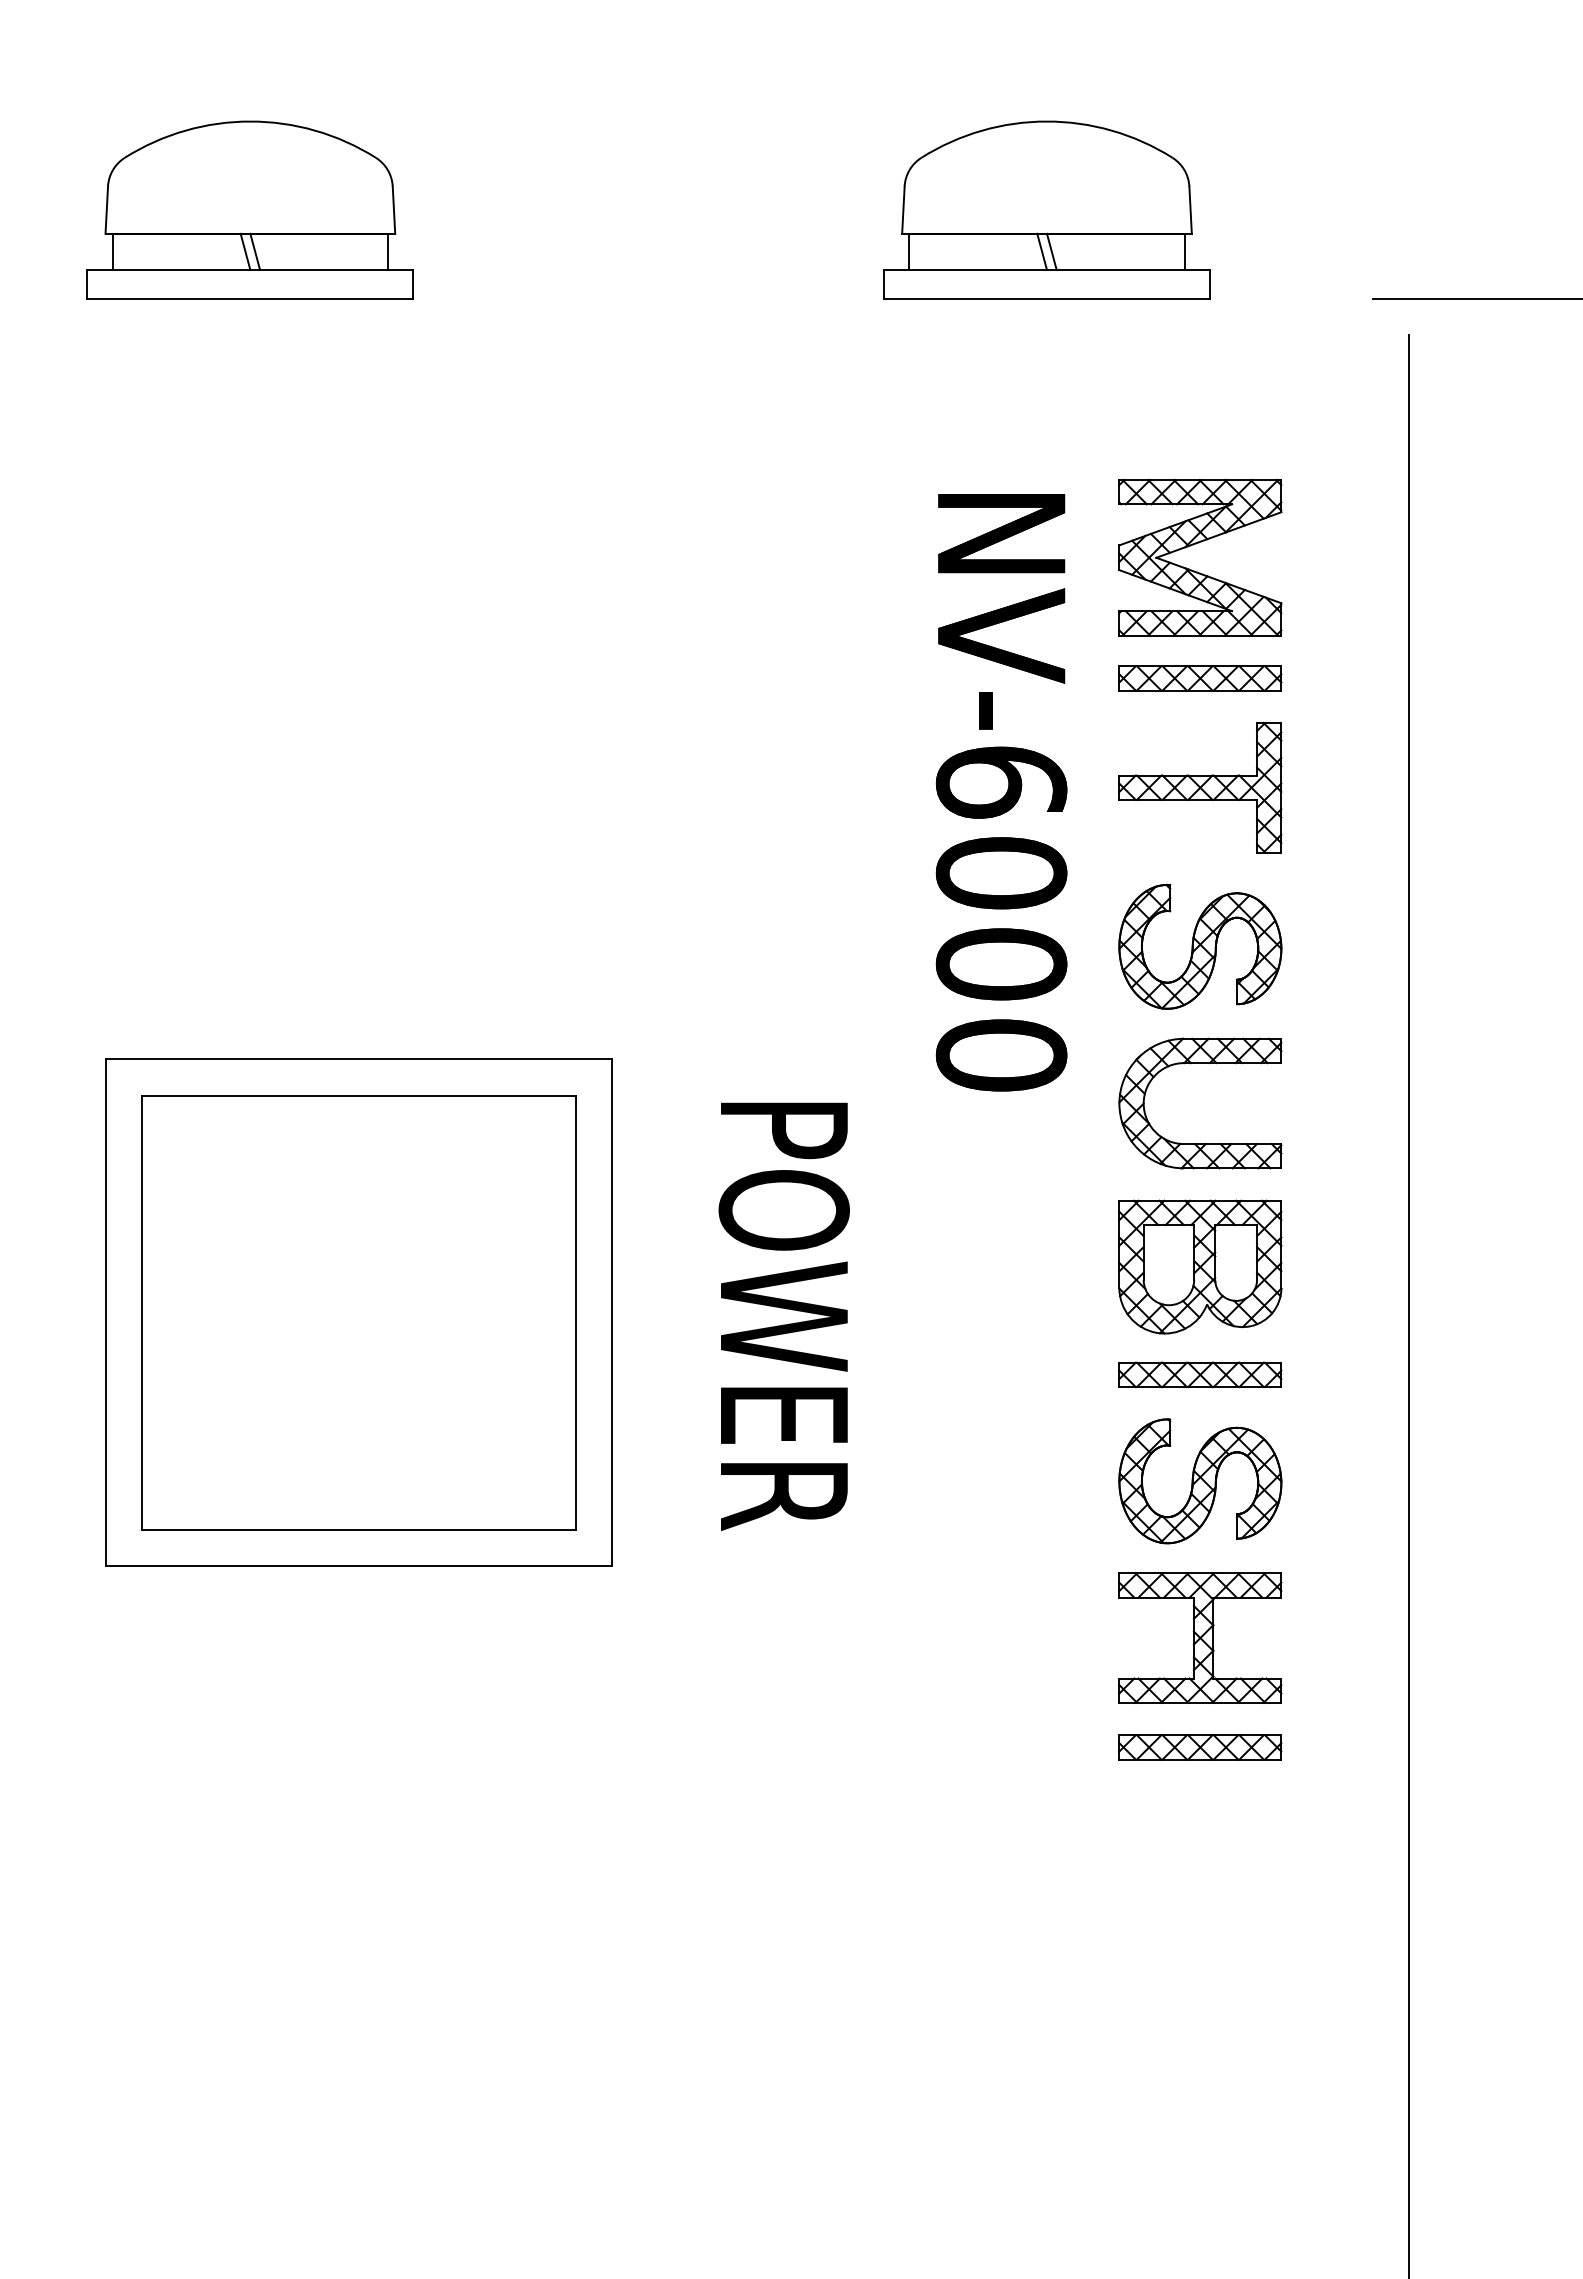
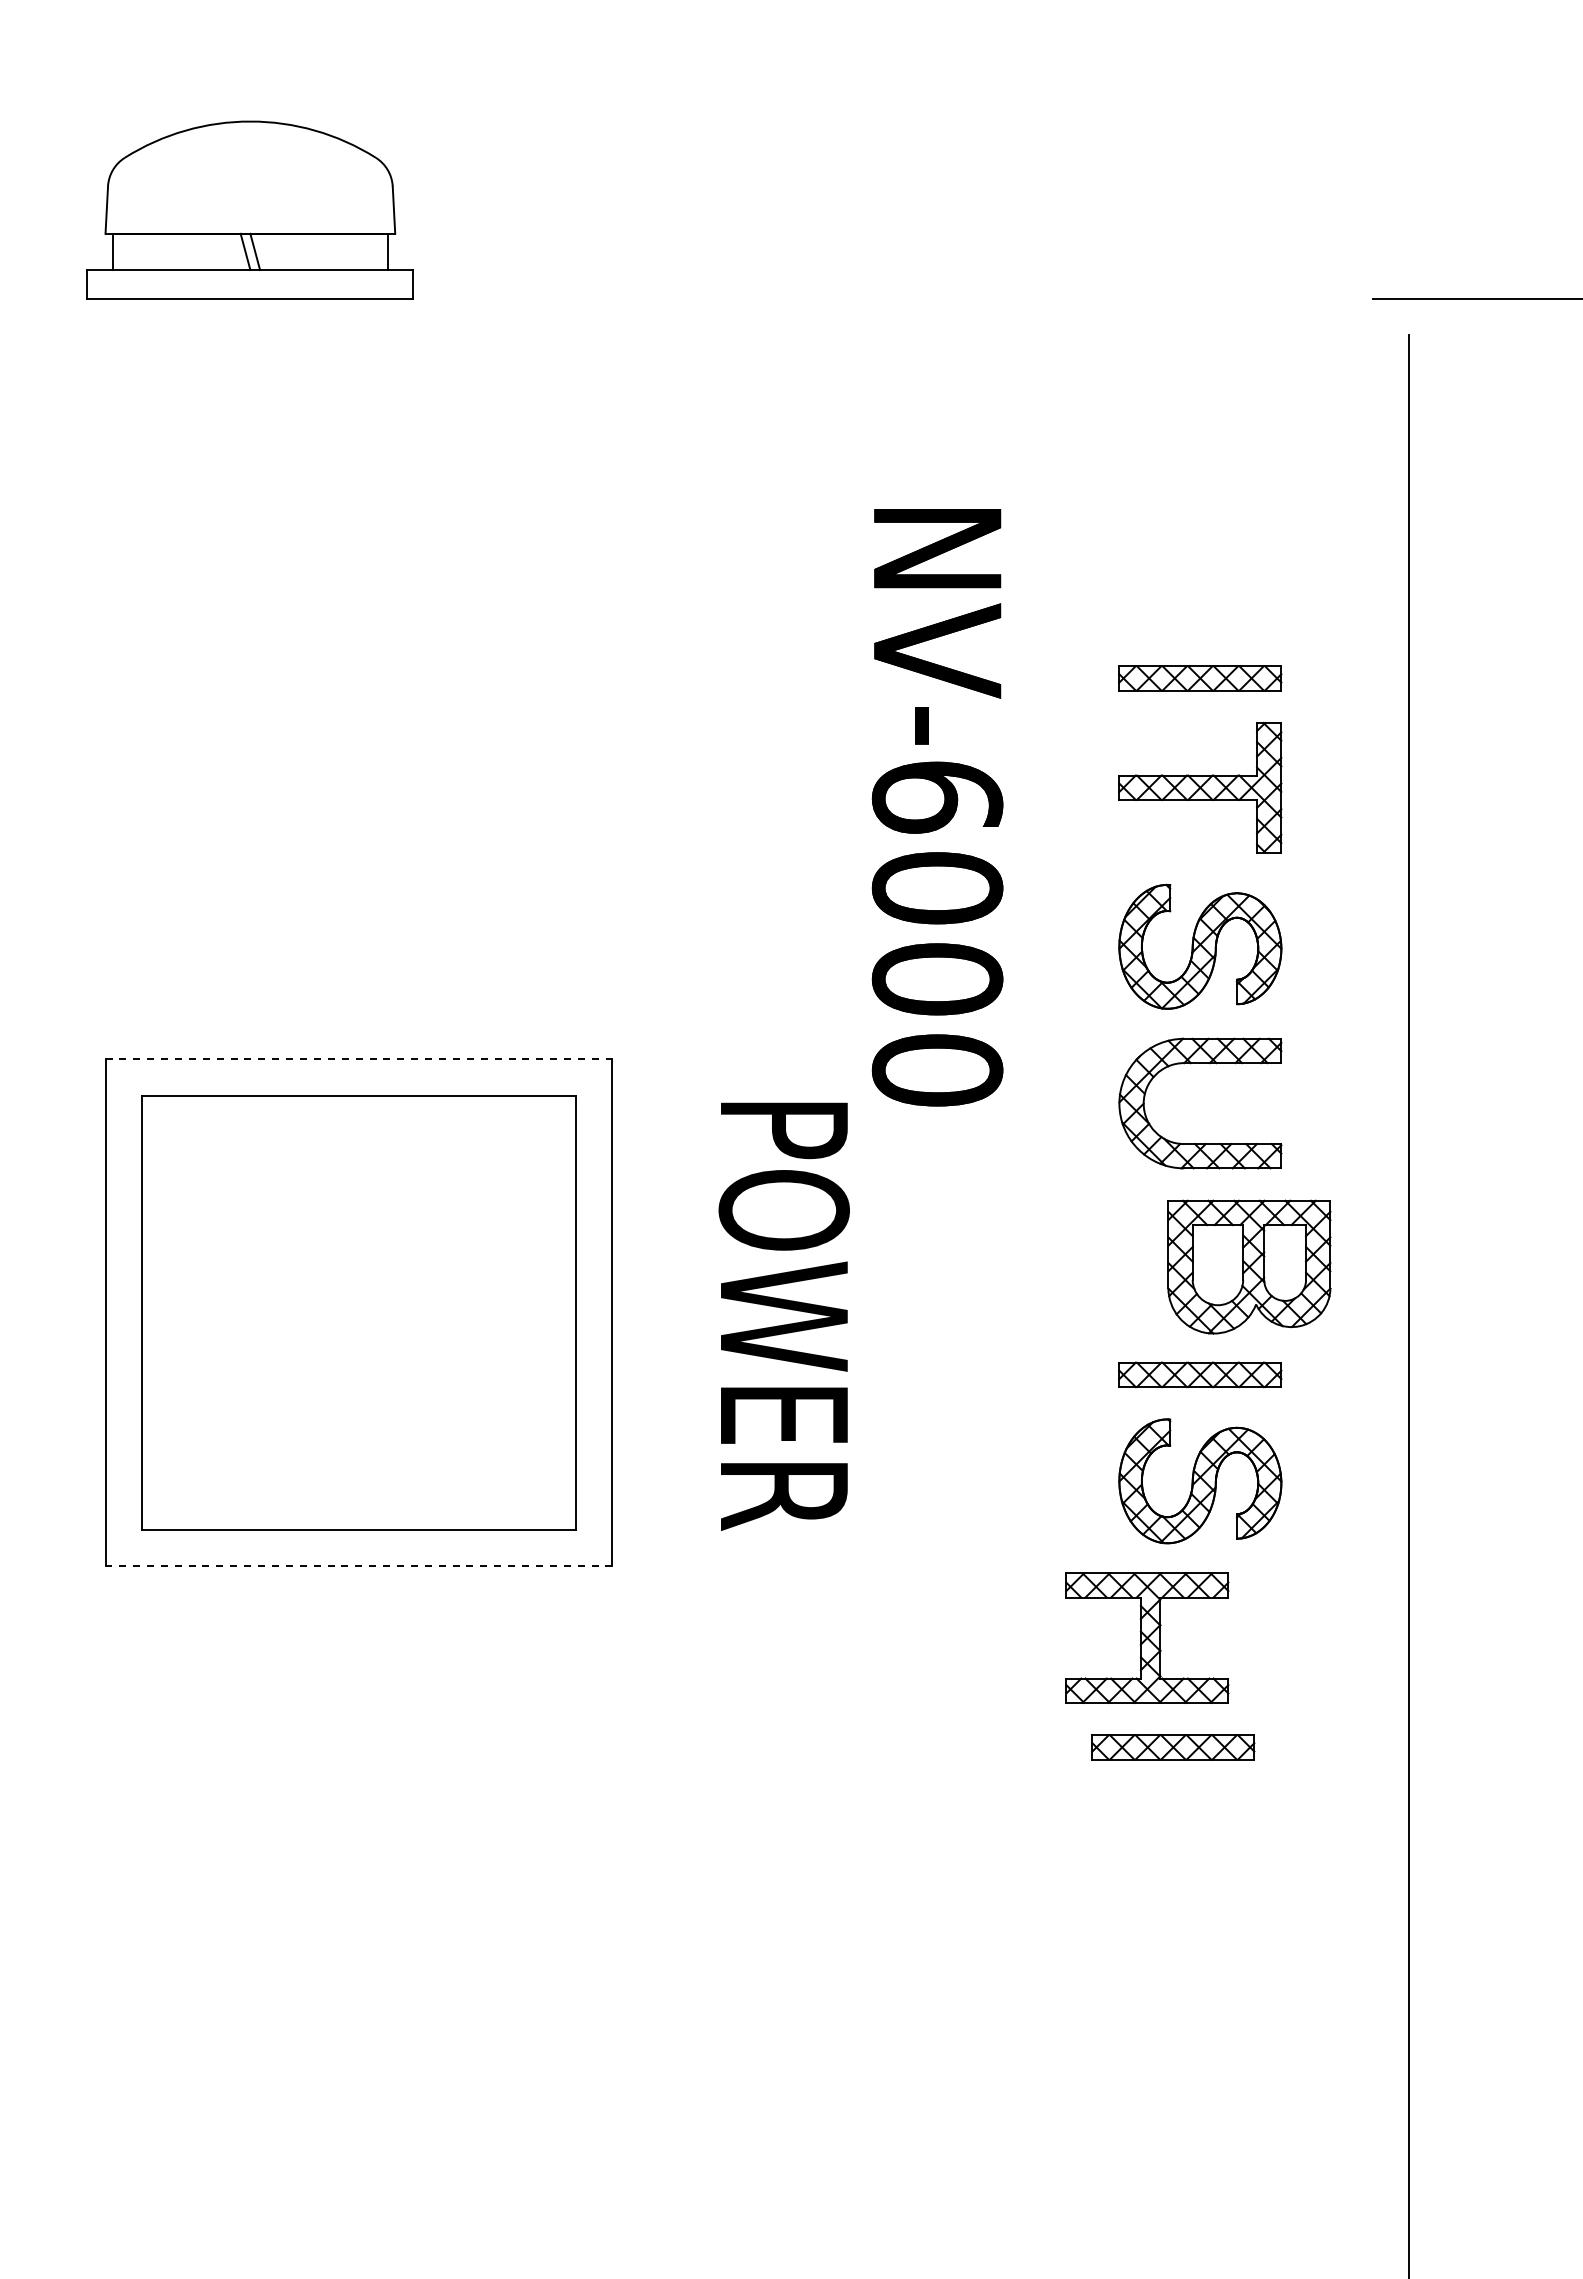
part at (1046, 209): present -> none
part at (1196, 544): present -> none
text at (1001, 792) position: (1001, 792) -> (937, 807)
line at (359, 1059): solid -> dashed
part at (1200, 1266) position: (1200, 1266) -> (1249, 1266)
line at (358, 1566): solid -> dashed
part at (1200, 1637) position: (1200, 1637) -> (1147, 1637)
part at (1200, 1747) position: (1200, 1747) -> (1173, 1747)
